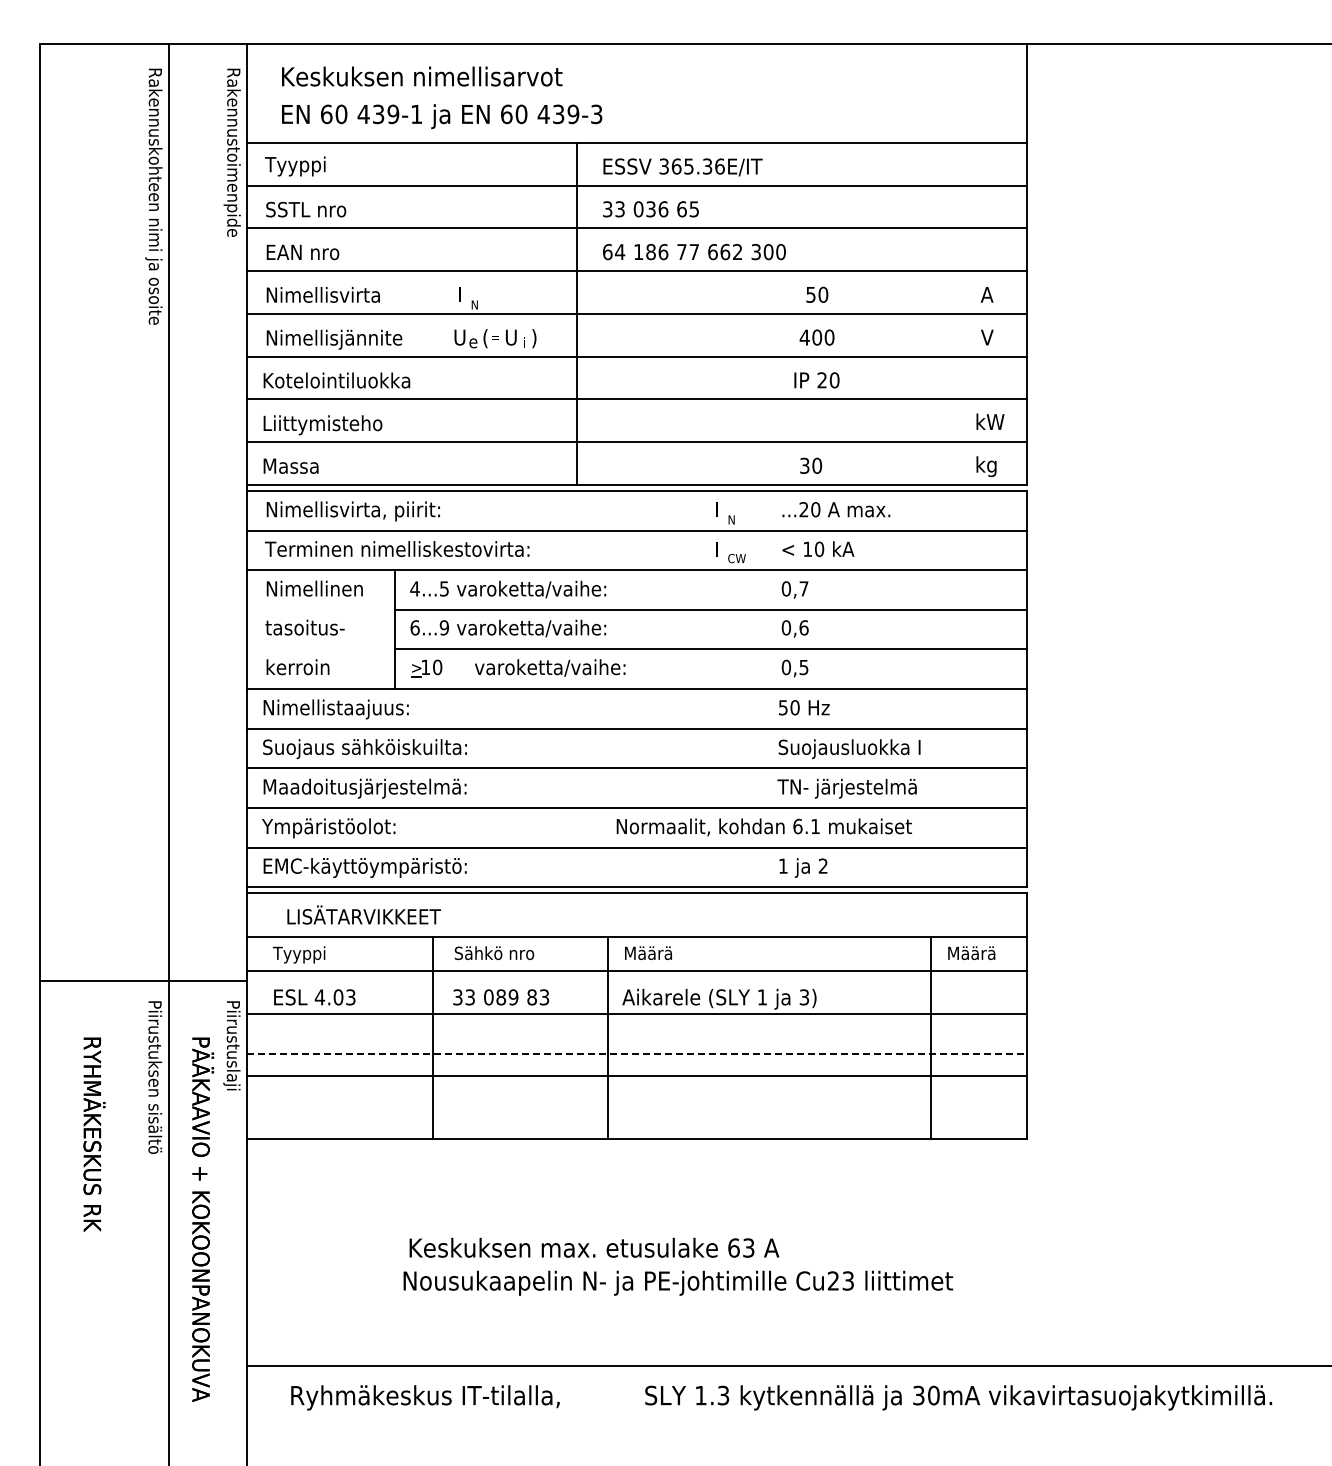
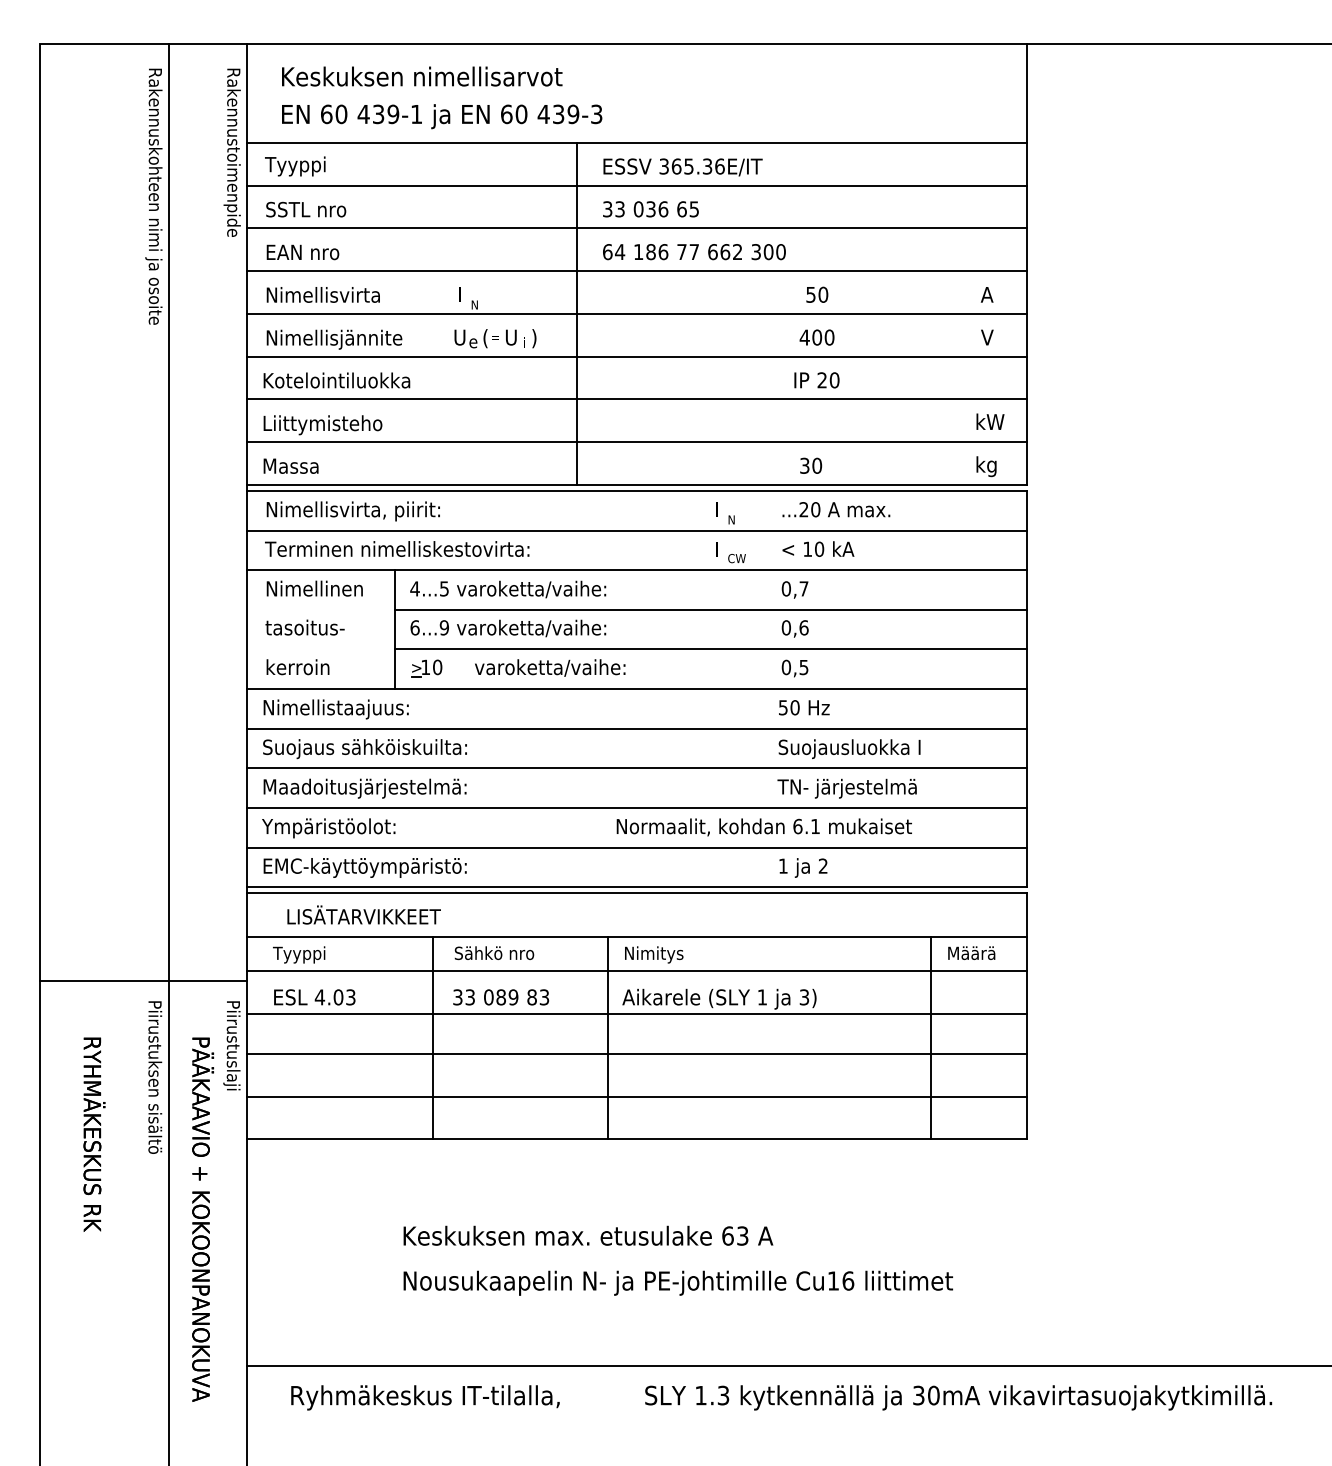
text at (654, 954): Määrä -> Nimitys
line at (637, 1053): dashed -> solid
line at (636, 1075) position: (636, 1075) -> (636, 1096)
text at (594, 1247) position: (594, 1247) -> (588, 1235)
text at (840, 1280): Cu23 -> Cu16
